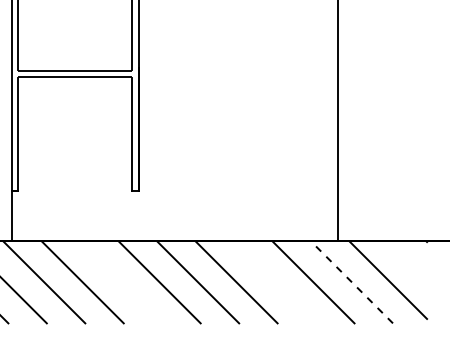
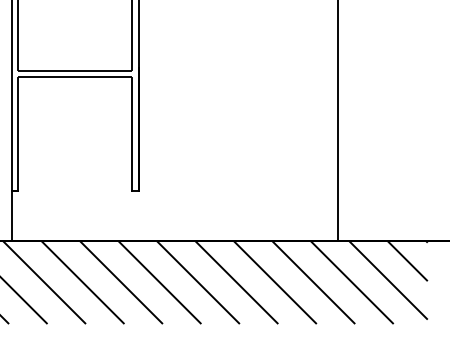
line at (407, 260): none -> present
line at (121, 282): none -> present
line at (275, 282): none -> present
line at (352, 282): dashed -> solid
